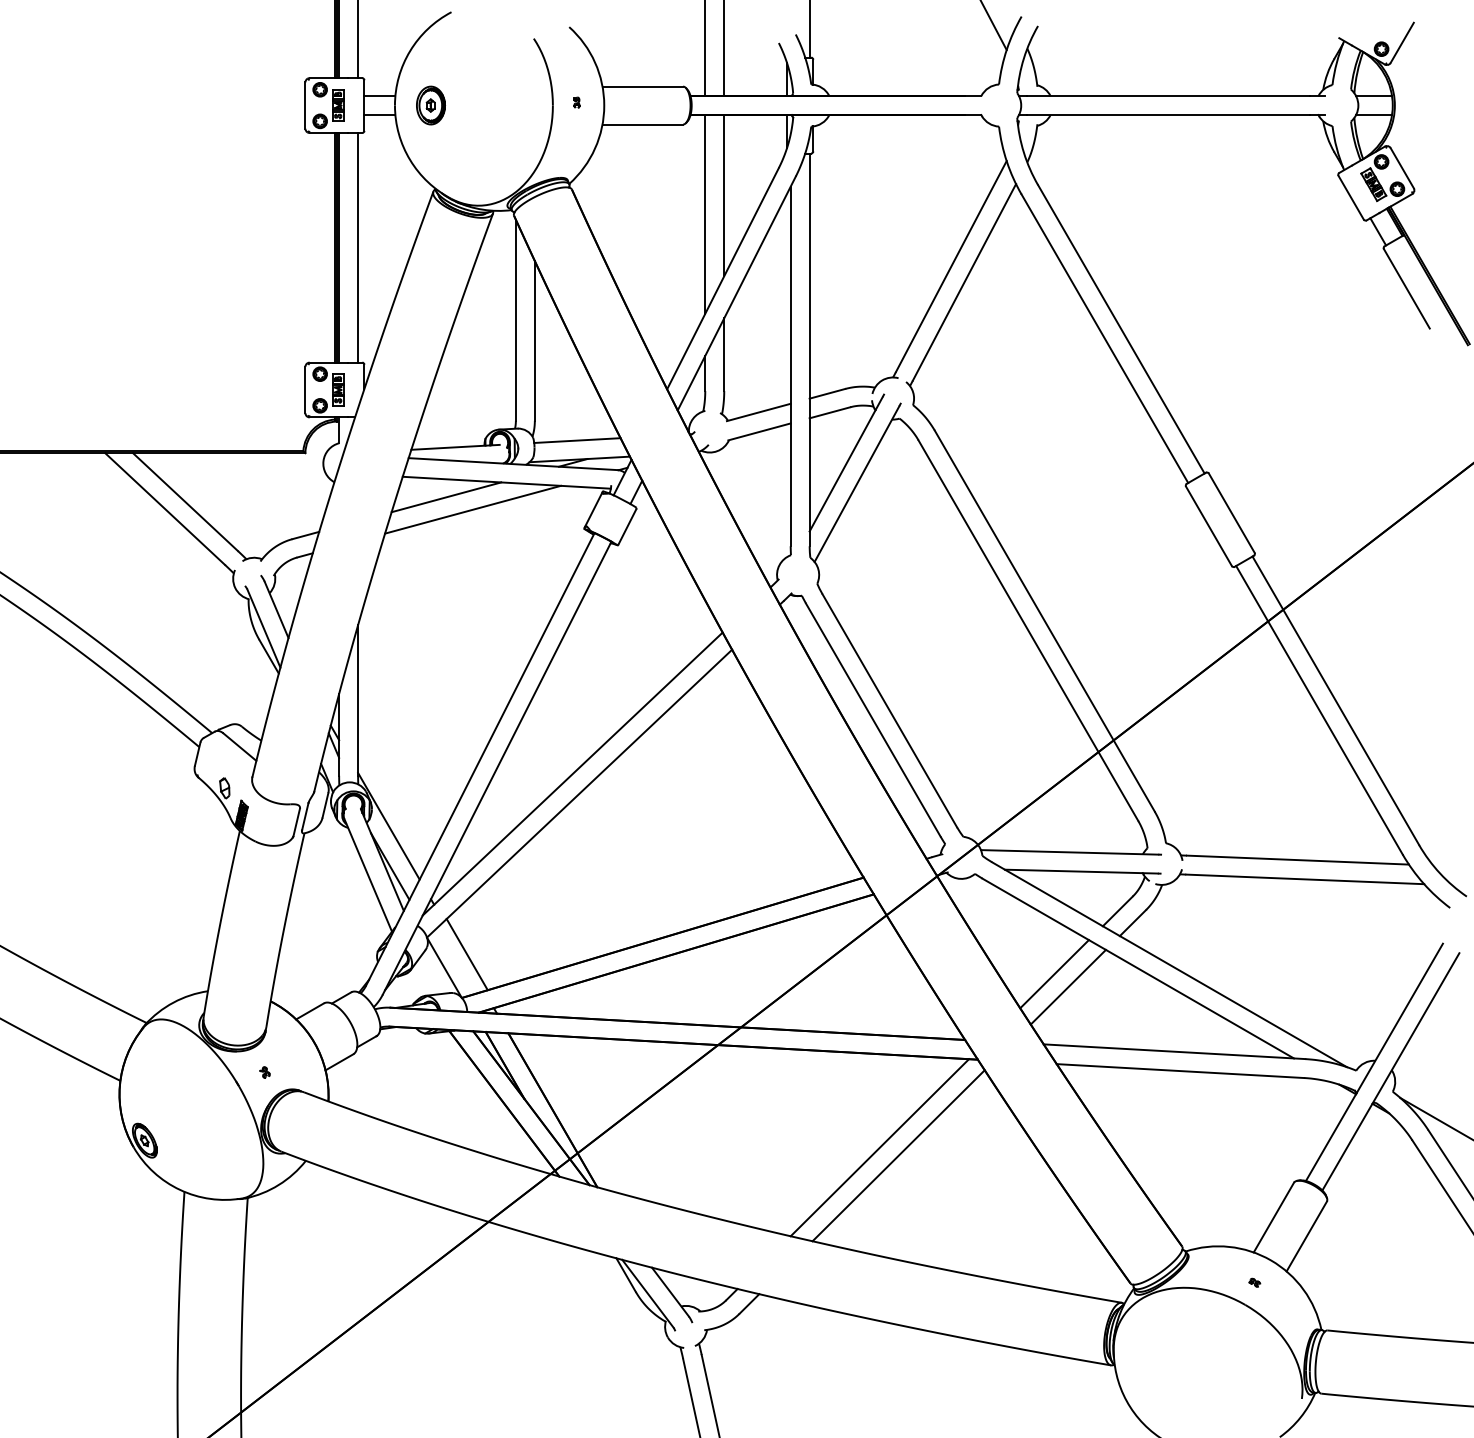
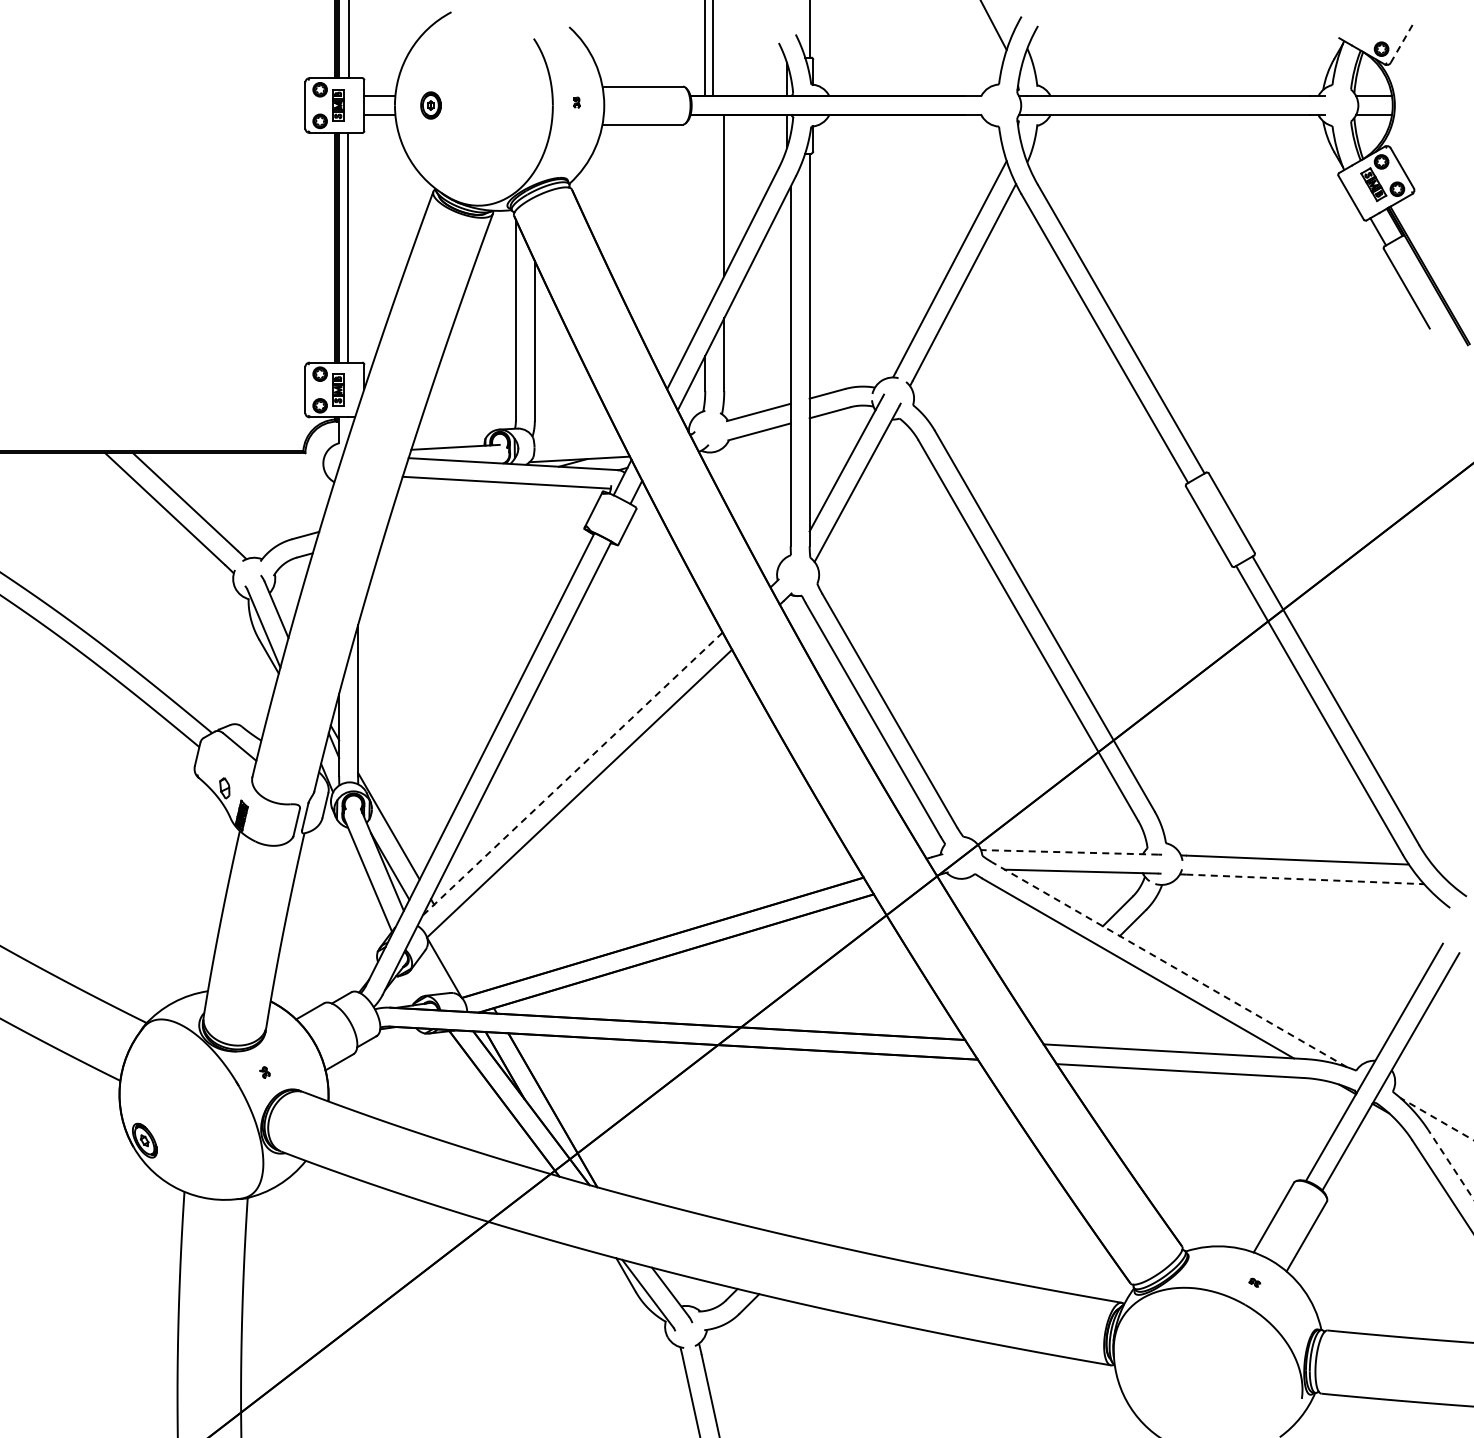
line at (358, 40) position: (358, 40) -> (349, 40)
line at (1402, 42): solid -> dashed
line at (724, 49) position: (724, 49) -> (713, 49)
part at (430, 105) size: 30x41 px -> 22x29 px
line at (705, 214): present -> none
line at (358, 247) position: (358, 247) -> (348, 247)
line at (577, 440): present -> none
line at (446, 497): present -> none
line at (472, 509): present -> none
line at (572, 774): solid -> dashed
line at (1069, 852): solid -> dashed
line at (1305, 879): solid -> dashed
line at (466, 954): present -> none
line at (1169, 964): solid -> dashed
line at (1054, 974): present -> none
line at (1067, 986): present -> none
line at (1436, 1118): solid -> dashed
line at (879, 1147): present -> none
line at (898, 1155): present -> none
line at (1450, 1164): solid -> dashed
